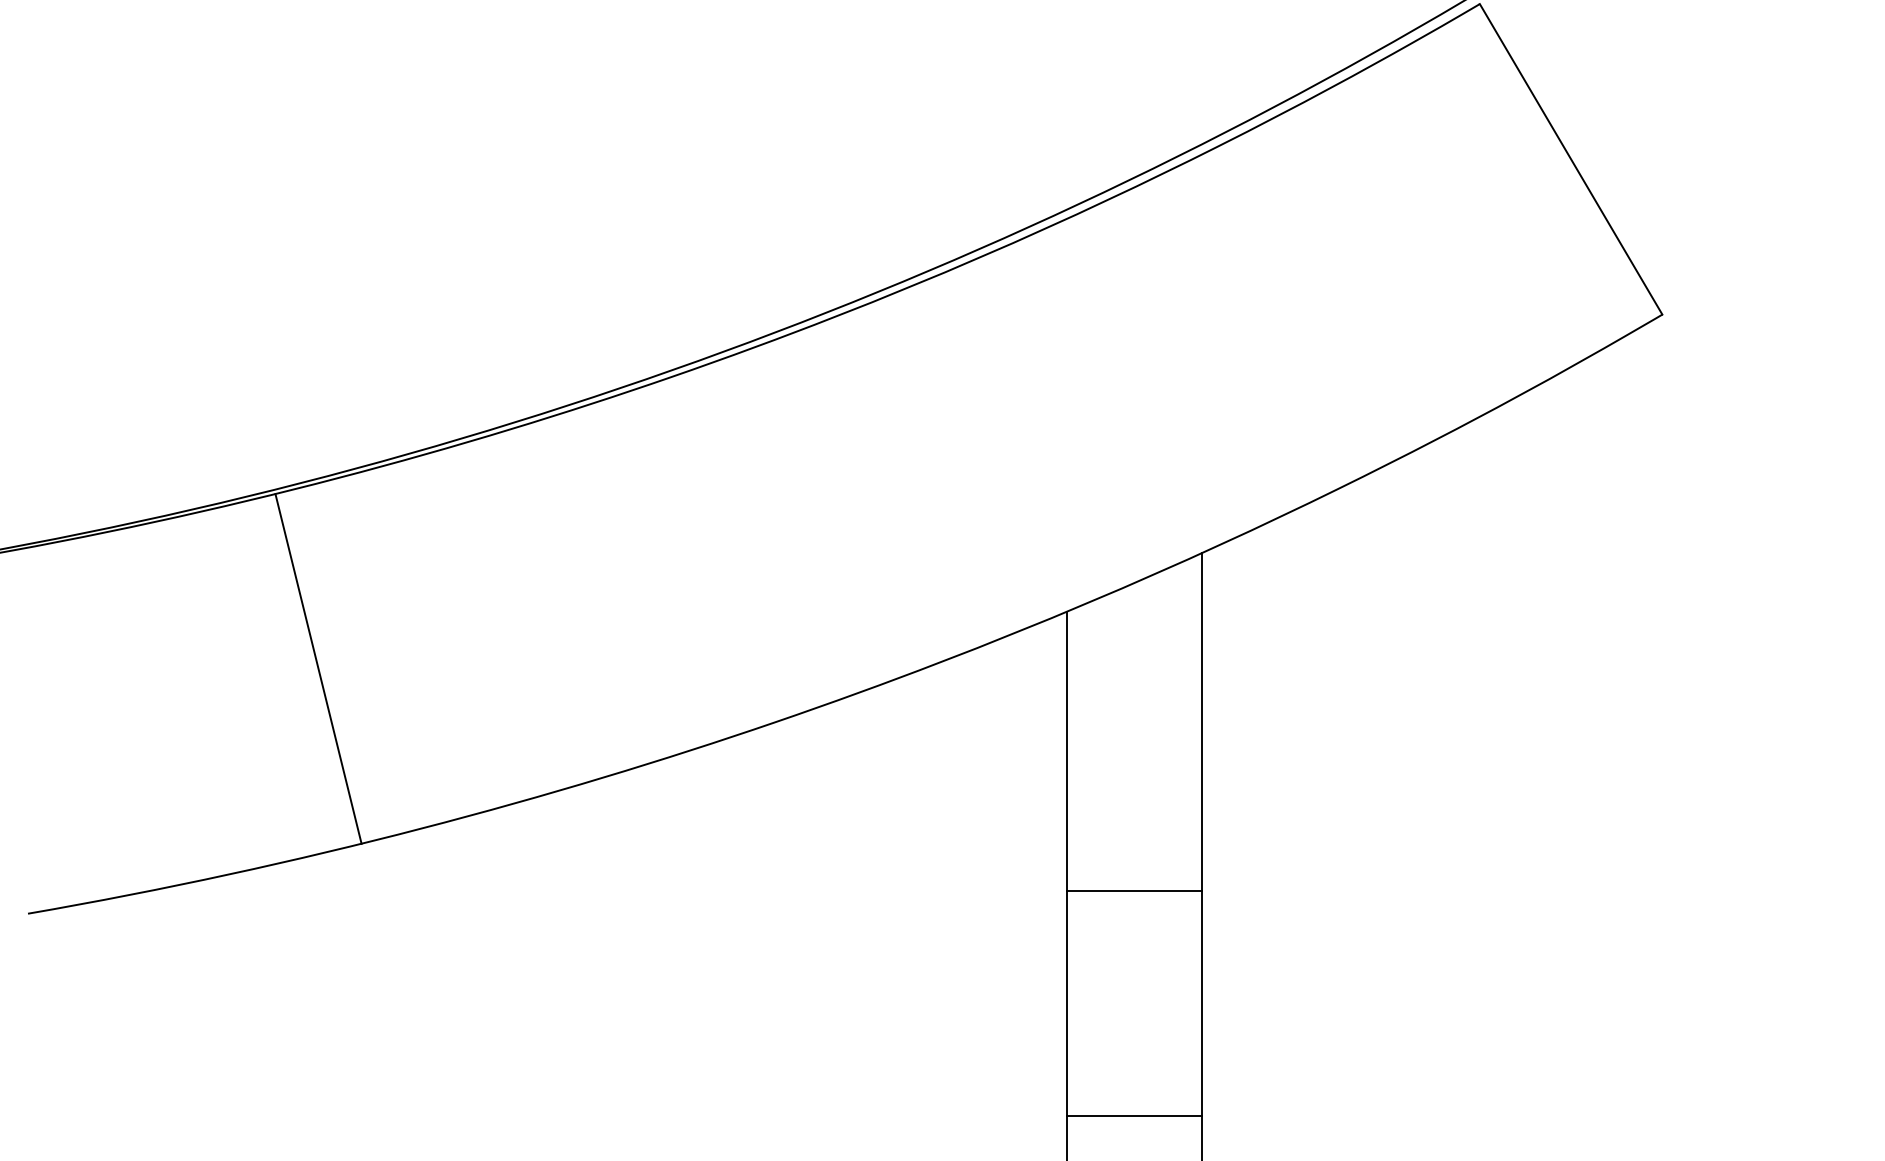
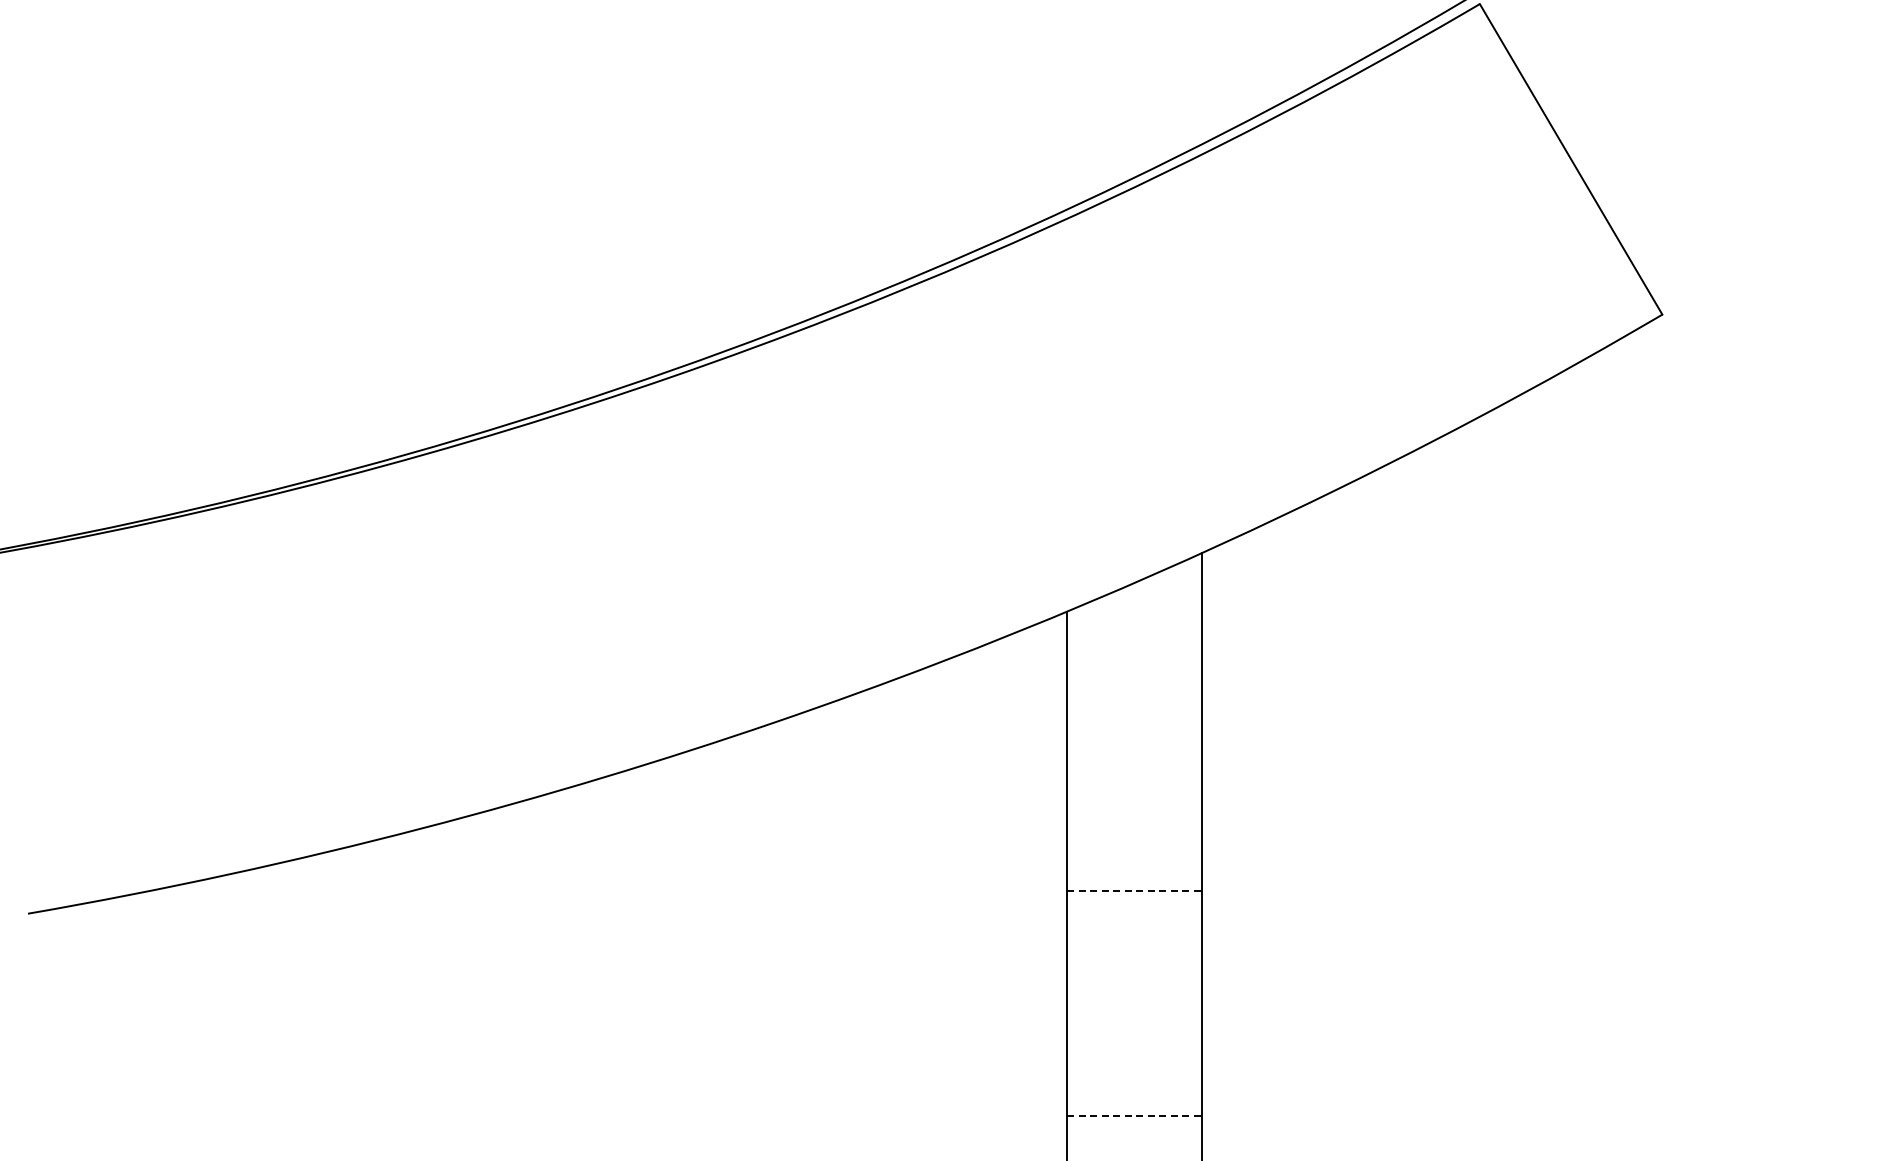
line at (318, 668): present -> none
line at (1134, 890): solid -> dashed
line at (1134, 1115): solid -> dashed
